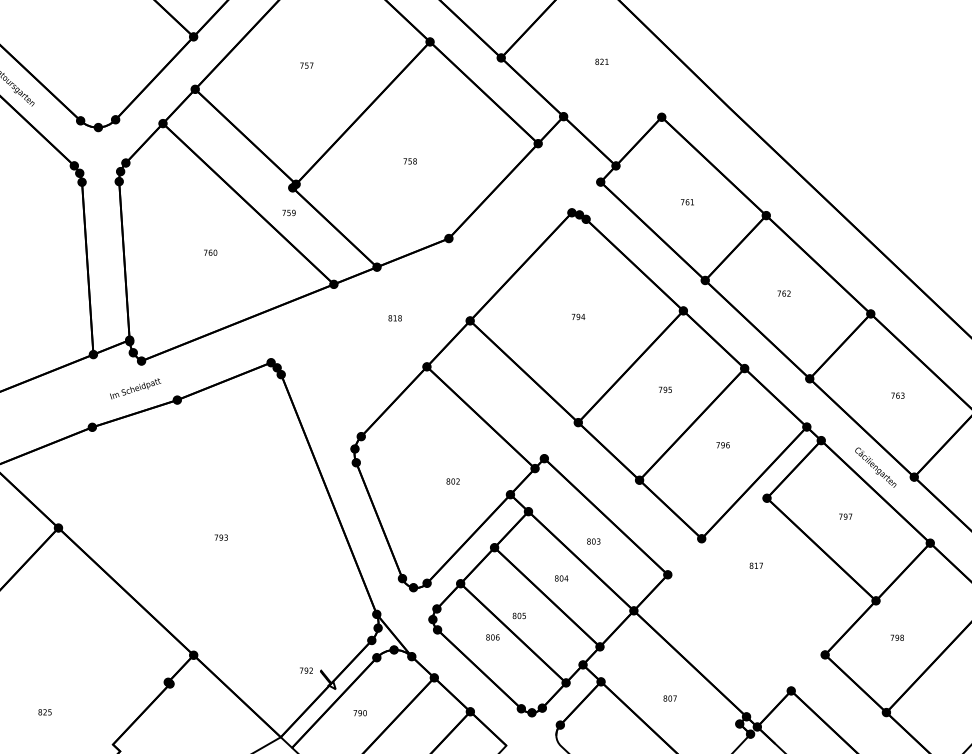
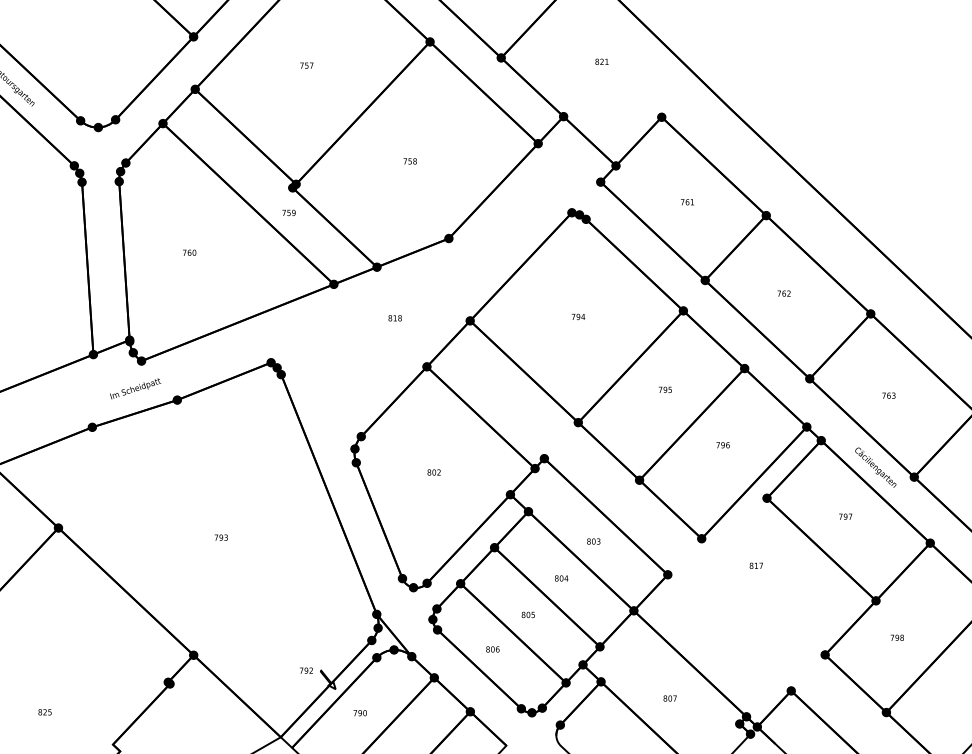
text at (210, 252) position: (210, 252) -> (189, 252)
text at (897, 395) position: (897, 395) -> (888, 395)
text at (452, 481) position: (452, 481) -> (433, 472)
text at (518, 615) position: (518, 615) -> (527, 614)
text at (492, 637) position: (492, 637) -> (492, 649)
